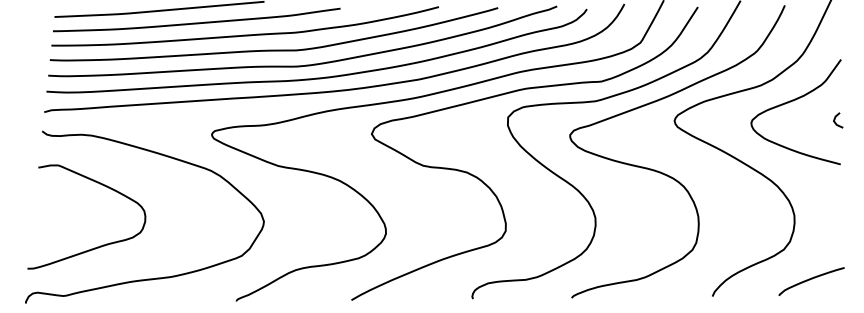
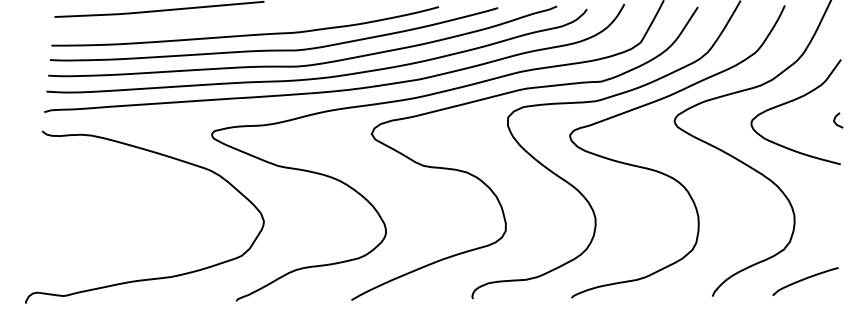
curve at (196, 22): present -> none
curve at (97, 246): present -> none
curve at (810, 280) position: (810, 280) -> (804, 280)
